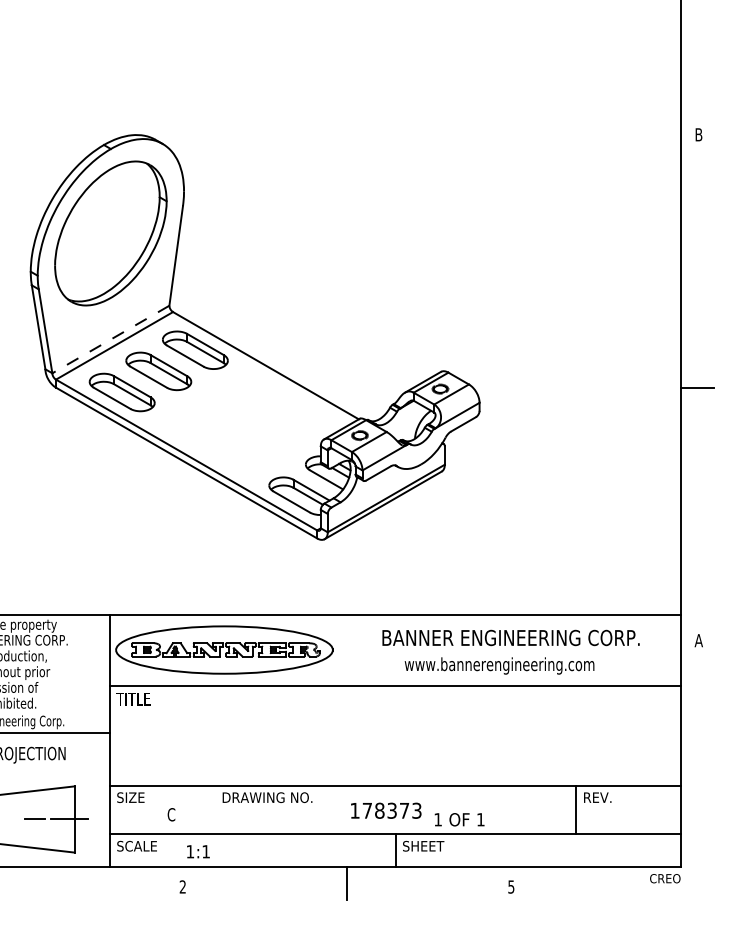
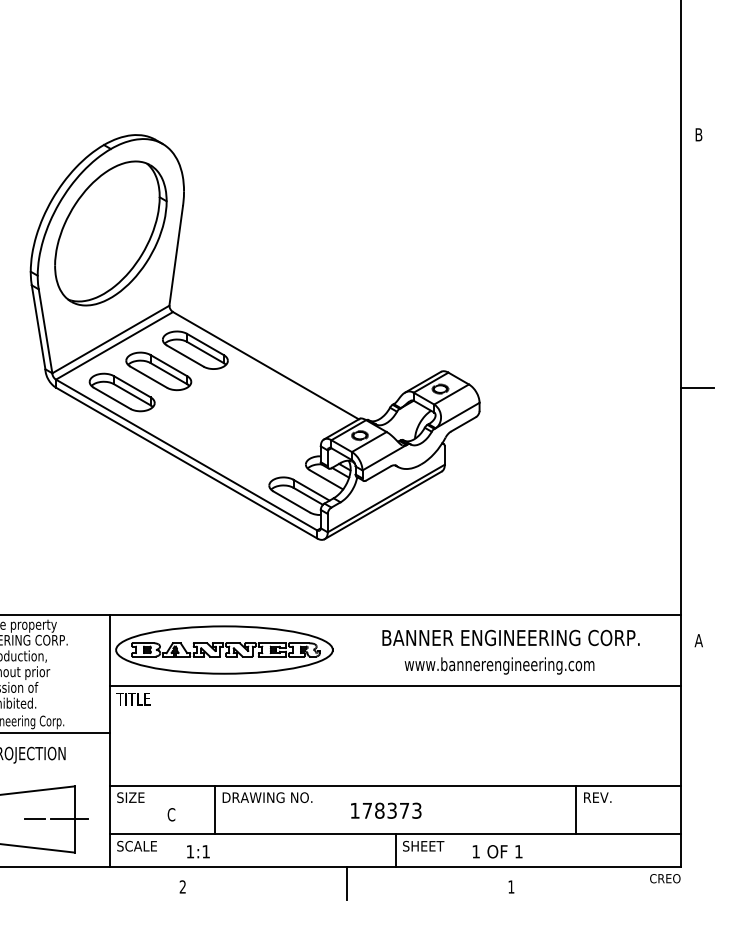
line at (110, 339): dashed -> solid
line at (214, 809): none -> present
text at (459, 819) position: (459, 819) -> (497, 851)
text at (511, 886): 5 -> 1
